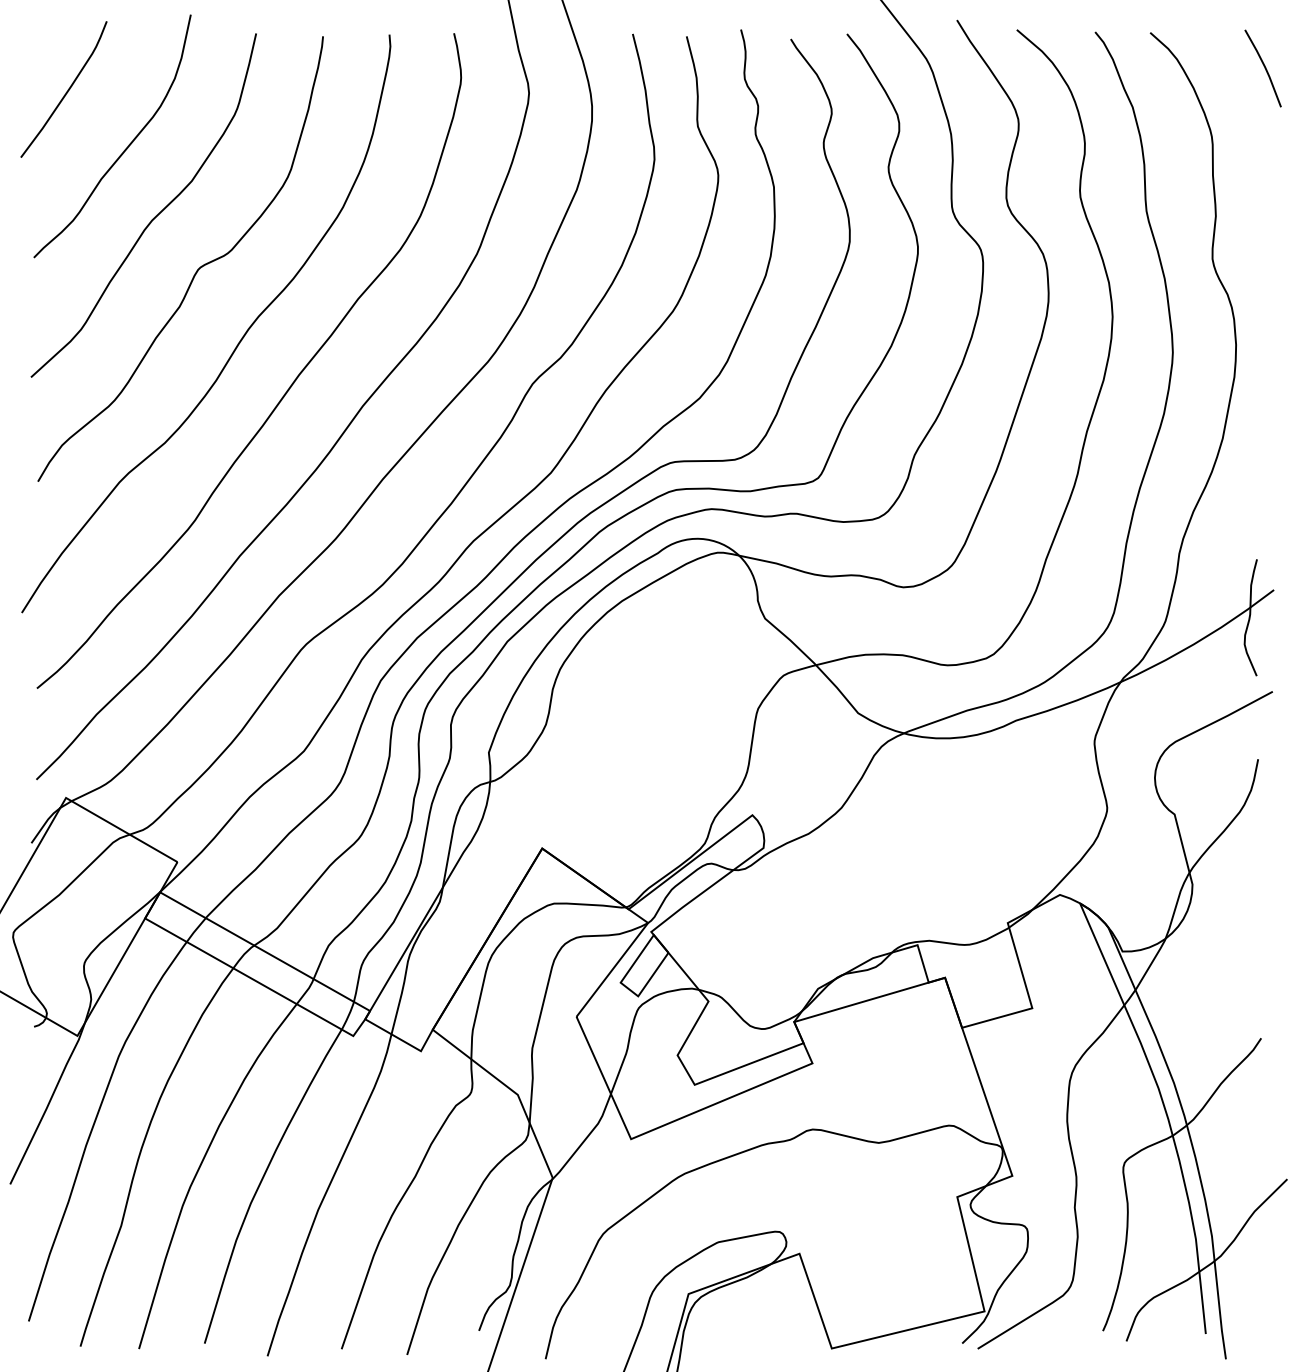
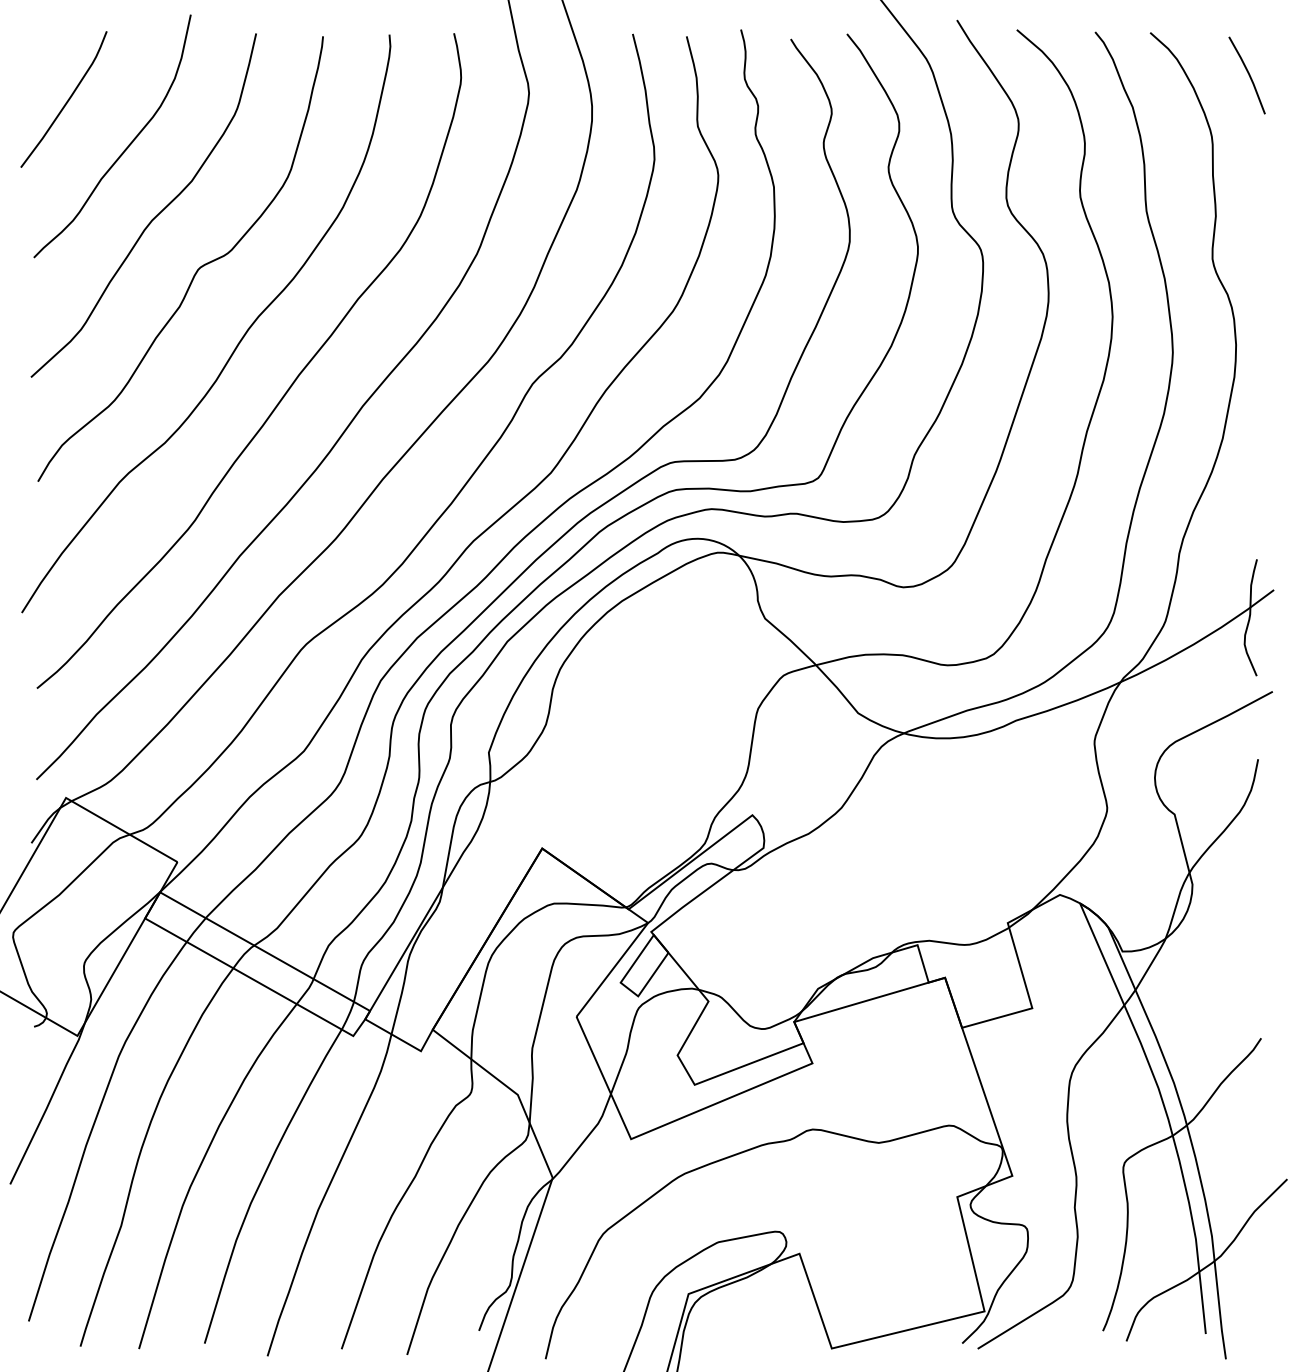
line at (1264, 68) position: (1264, 68) -> (1248, 75)
curve at (66, 91) position: (66, 91) -> (66, 101)
